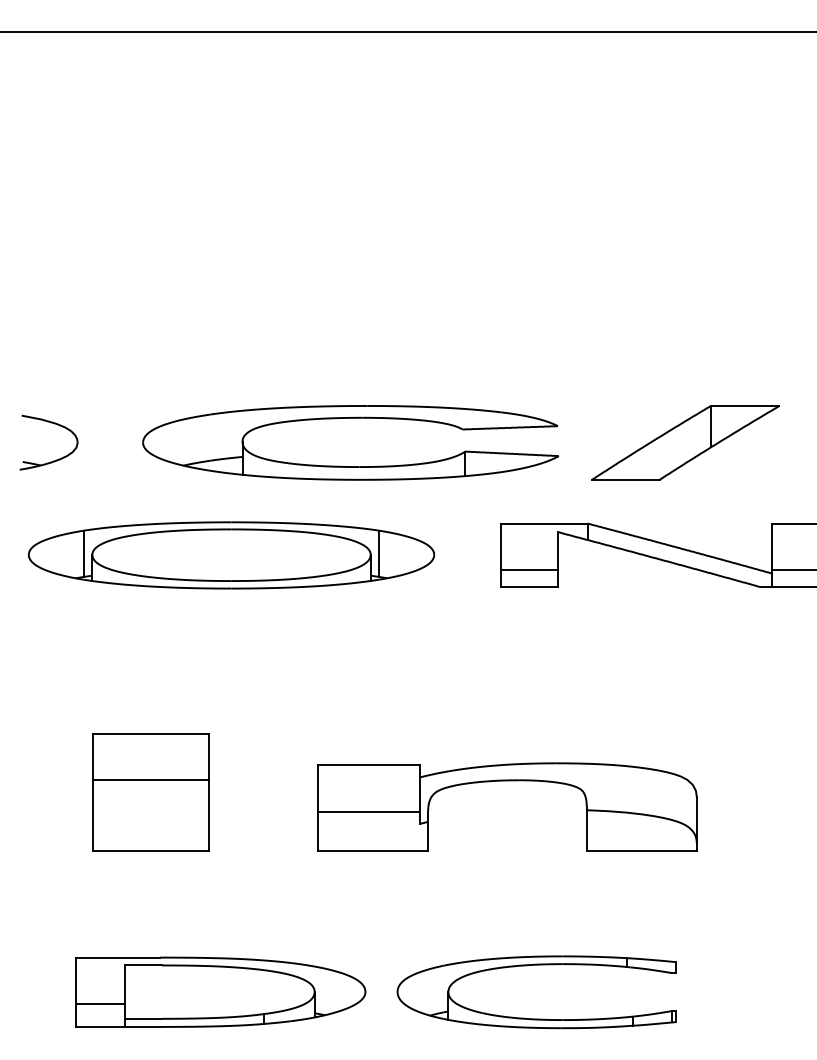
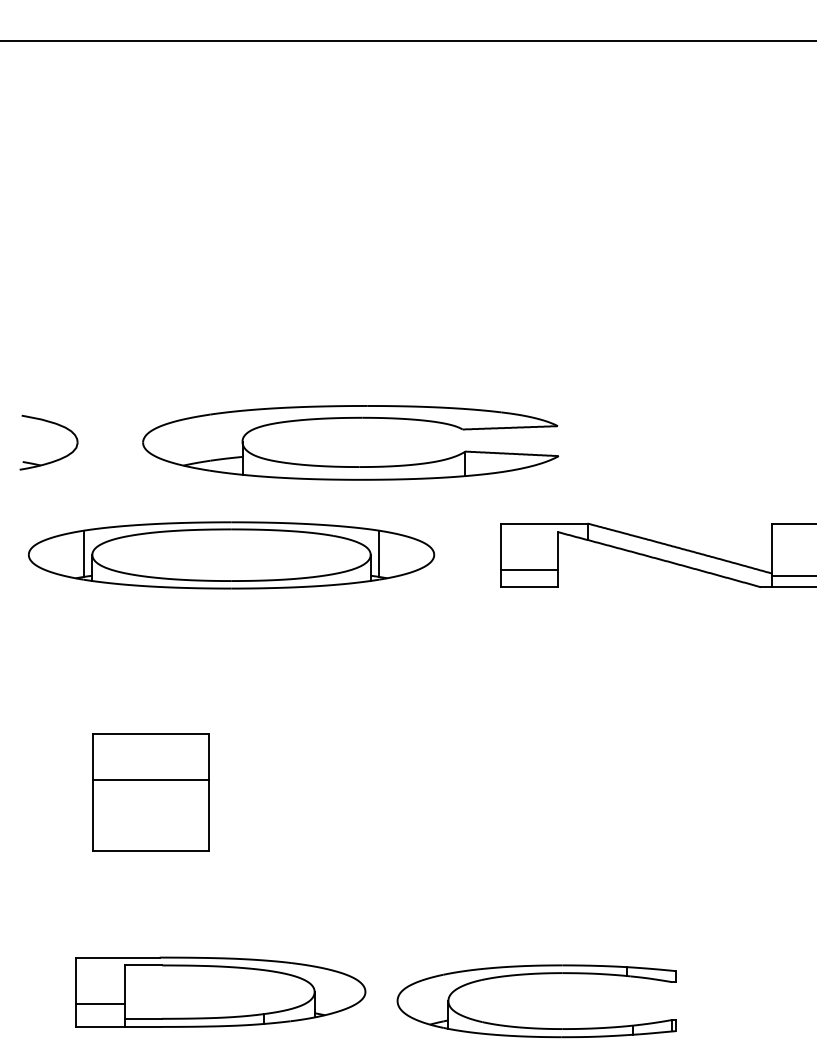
line at (407, 31) position: (407, 31) -> (407, 40)
part at (685, 442): present -> none
line at (792, 569) position: (792, 569) -> (792, 575)
part at (507, 781): present -> none
part at (536, 1018) position: (536, 1018) -> (536, 1027)
